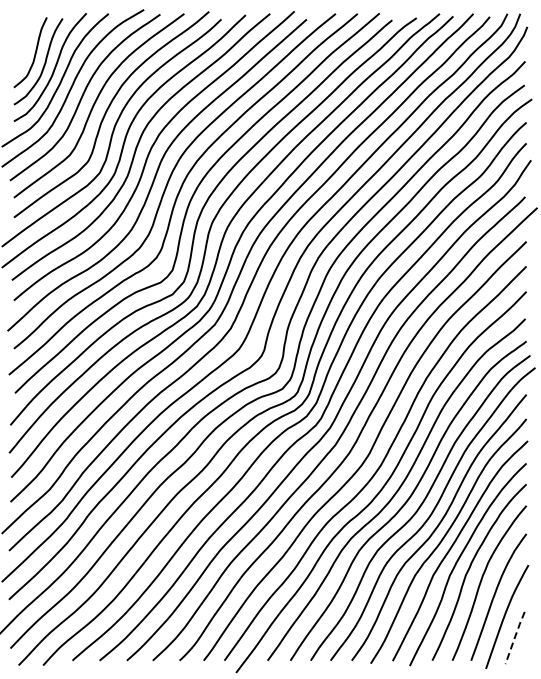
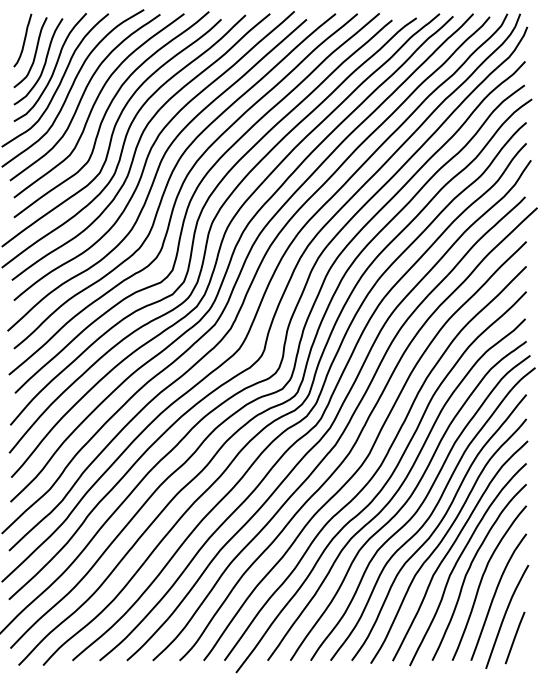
curve at (23, 40): none -> present
line at (514, 638): dashed -> solid
